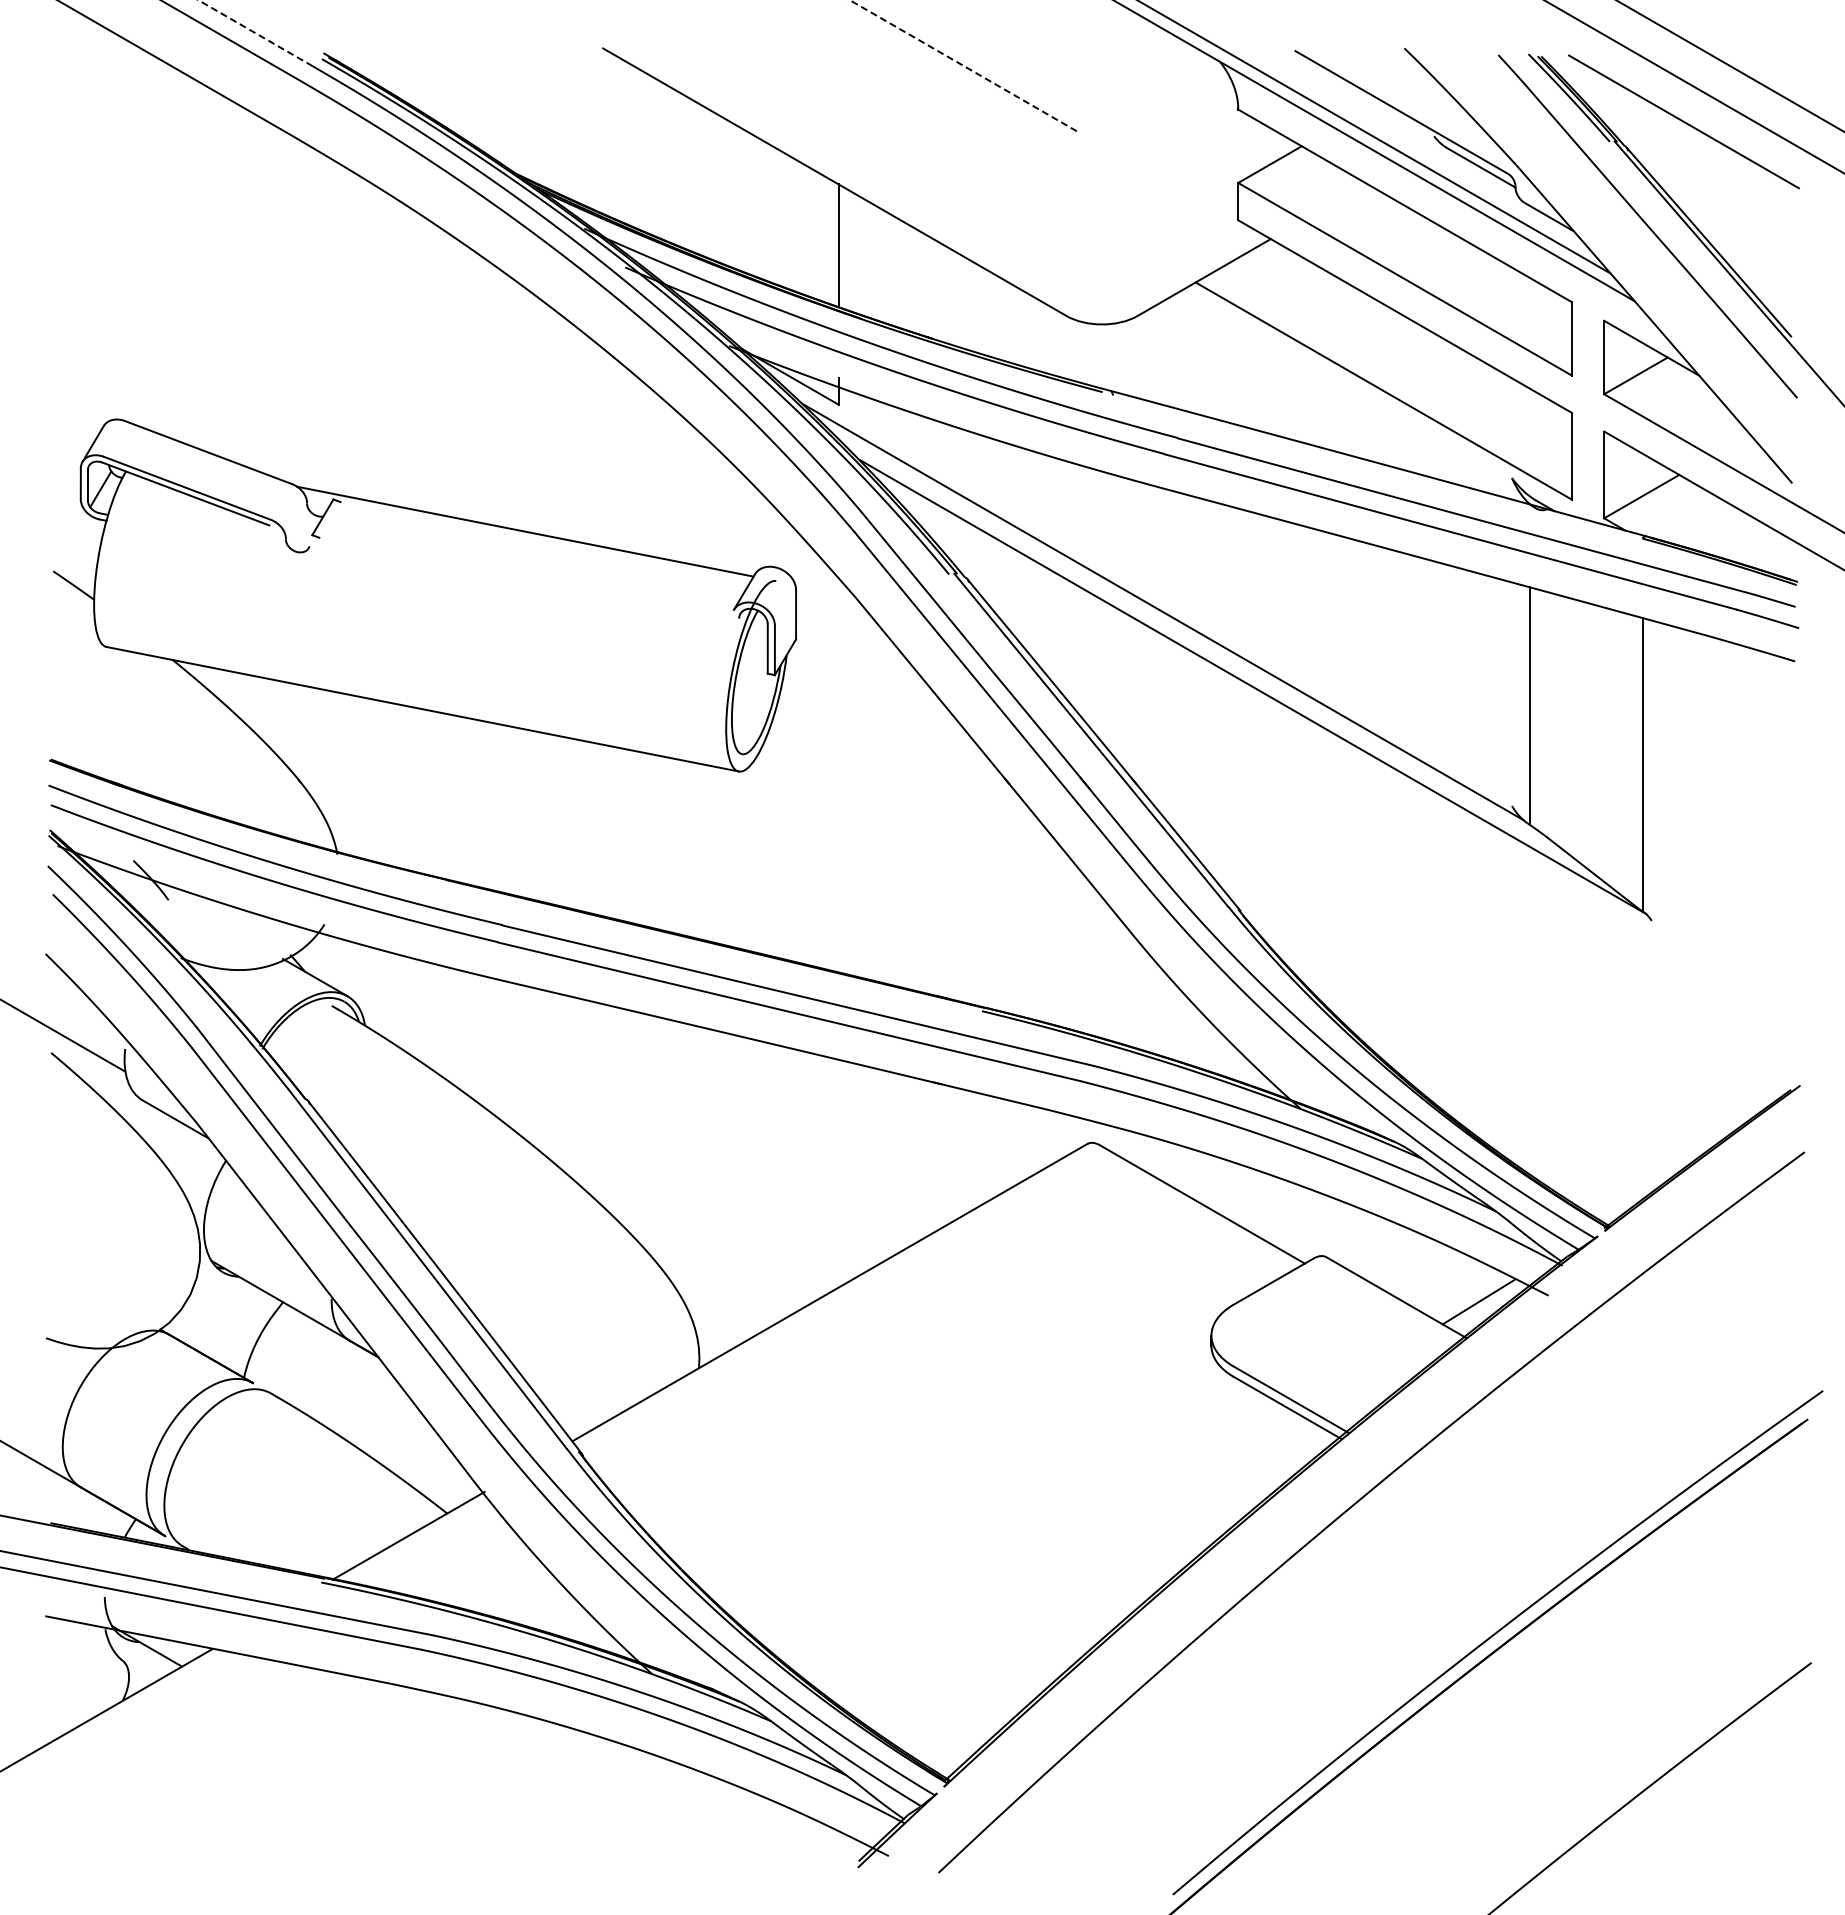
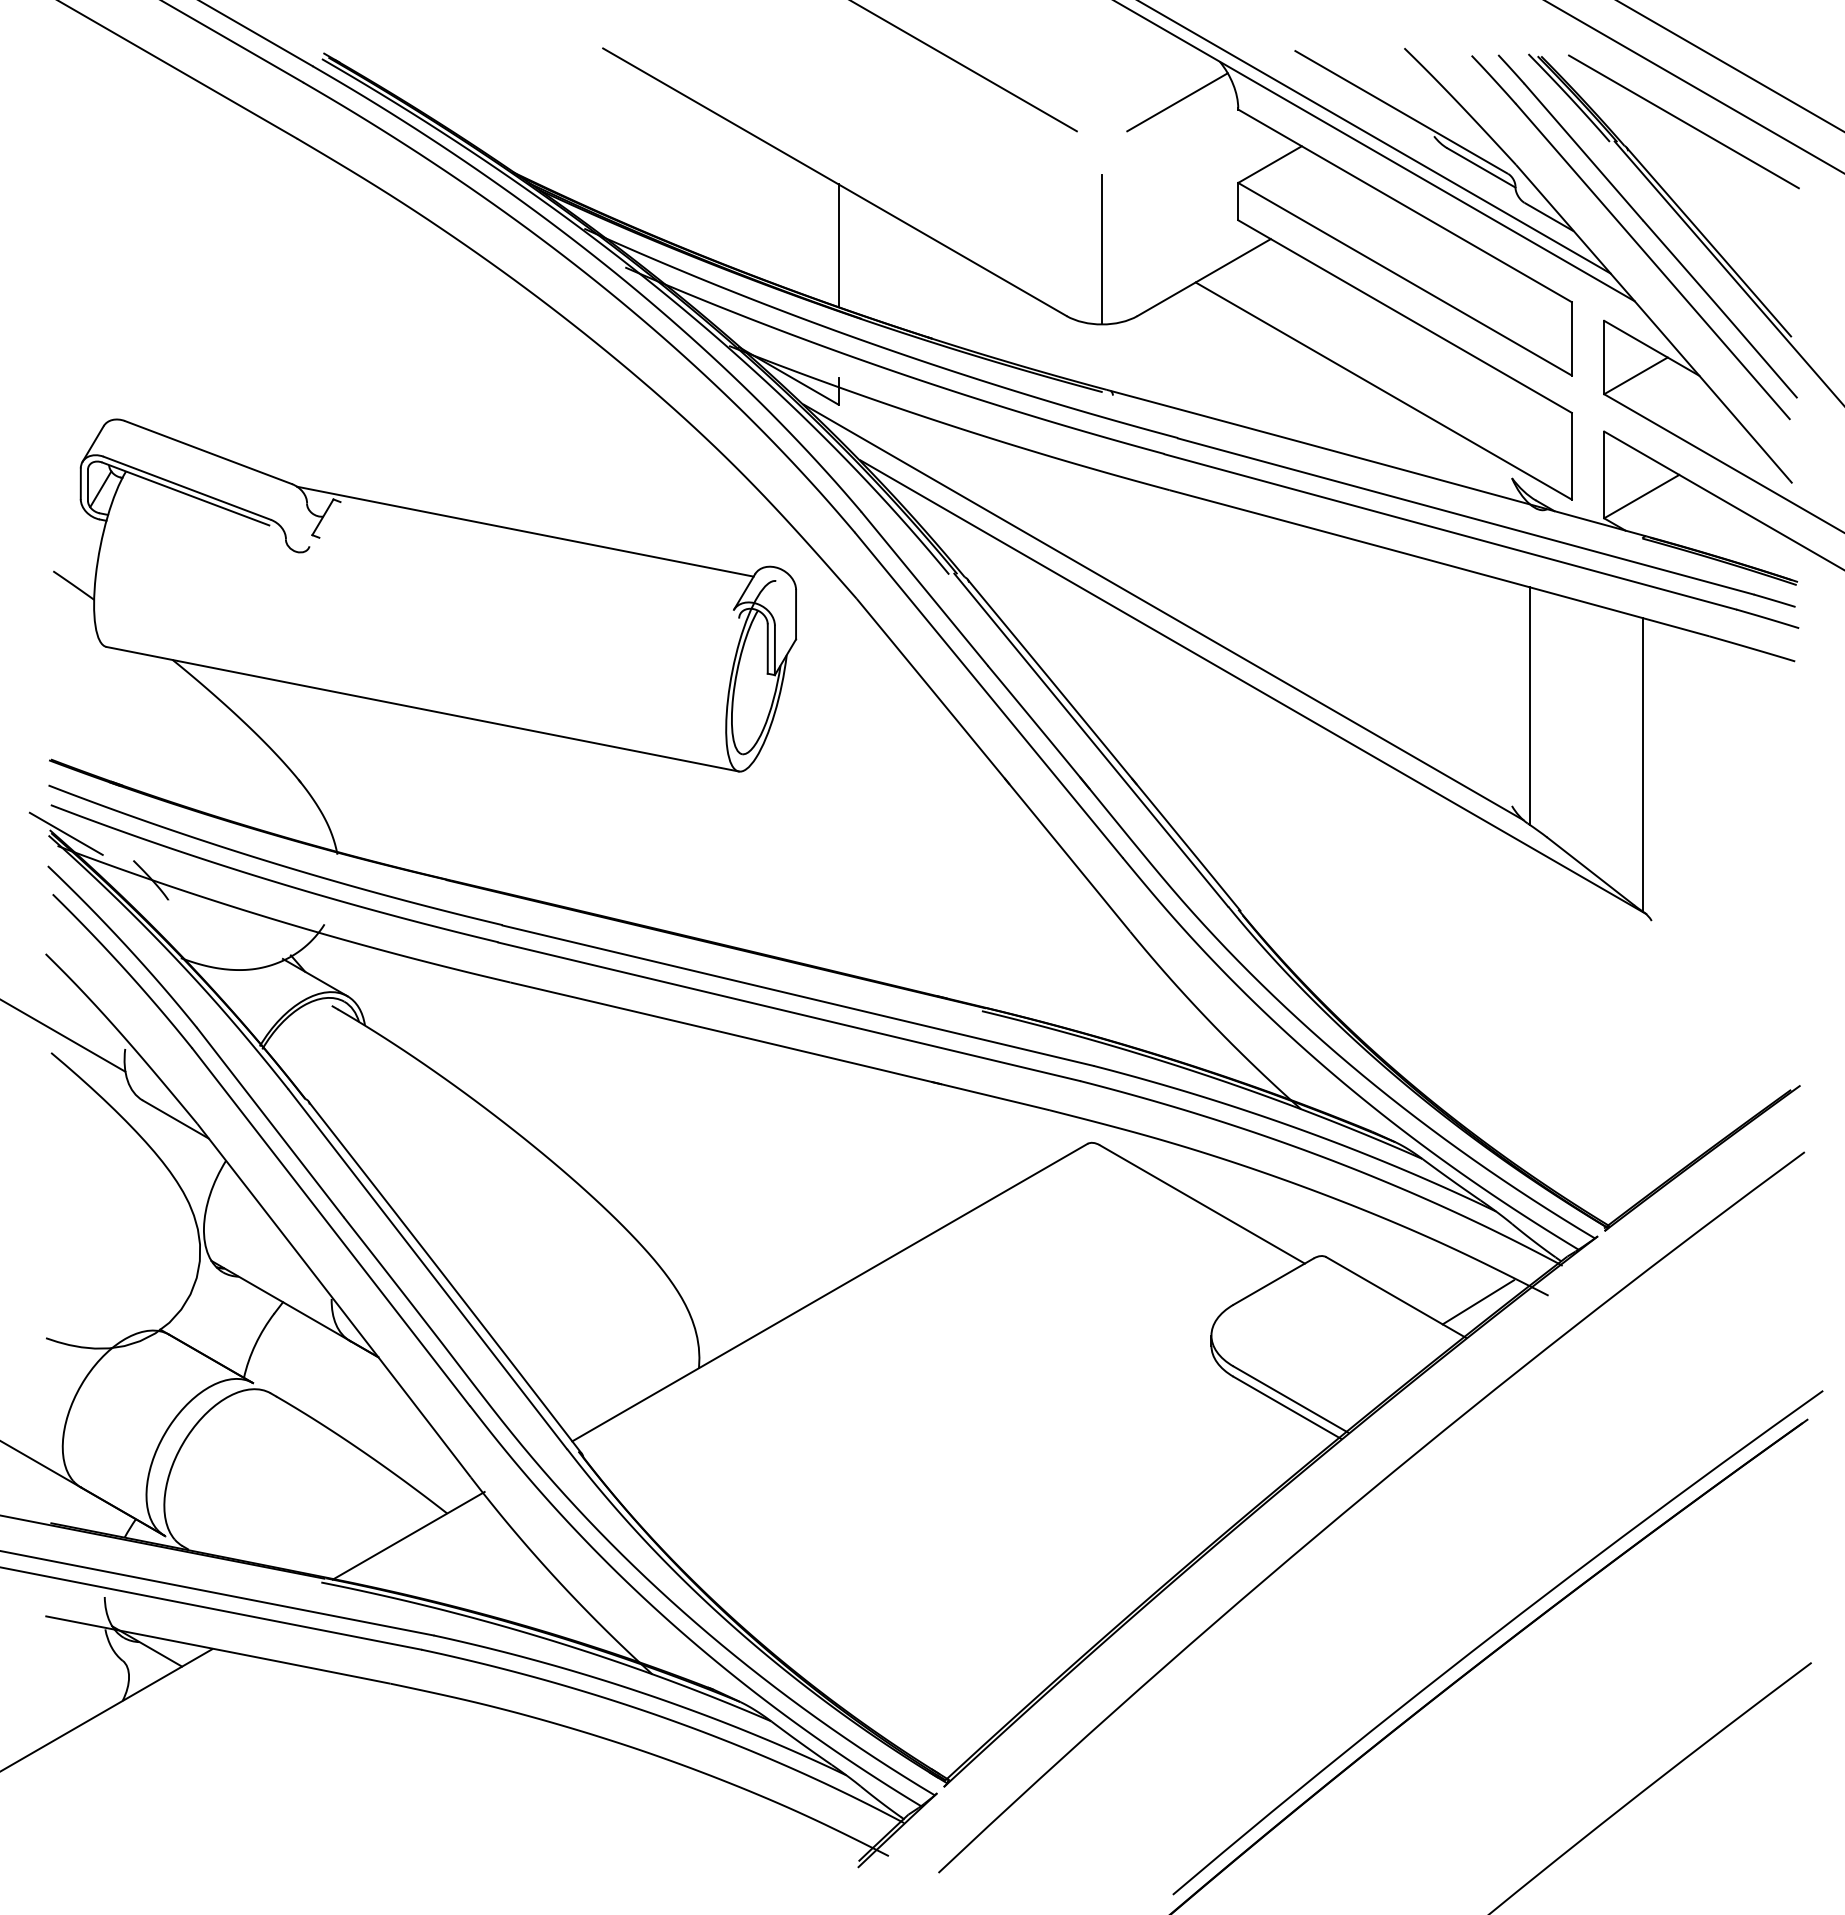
line at (255, 33): dashed -> solid
line at (963, 65): dashed -> solid
line at (1177, 102): none -> present
part at (1630, 237): none -> present
line at (1102, 249): none -> present
line at (65, 833): none -> present
